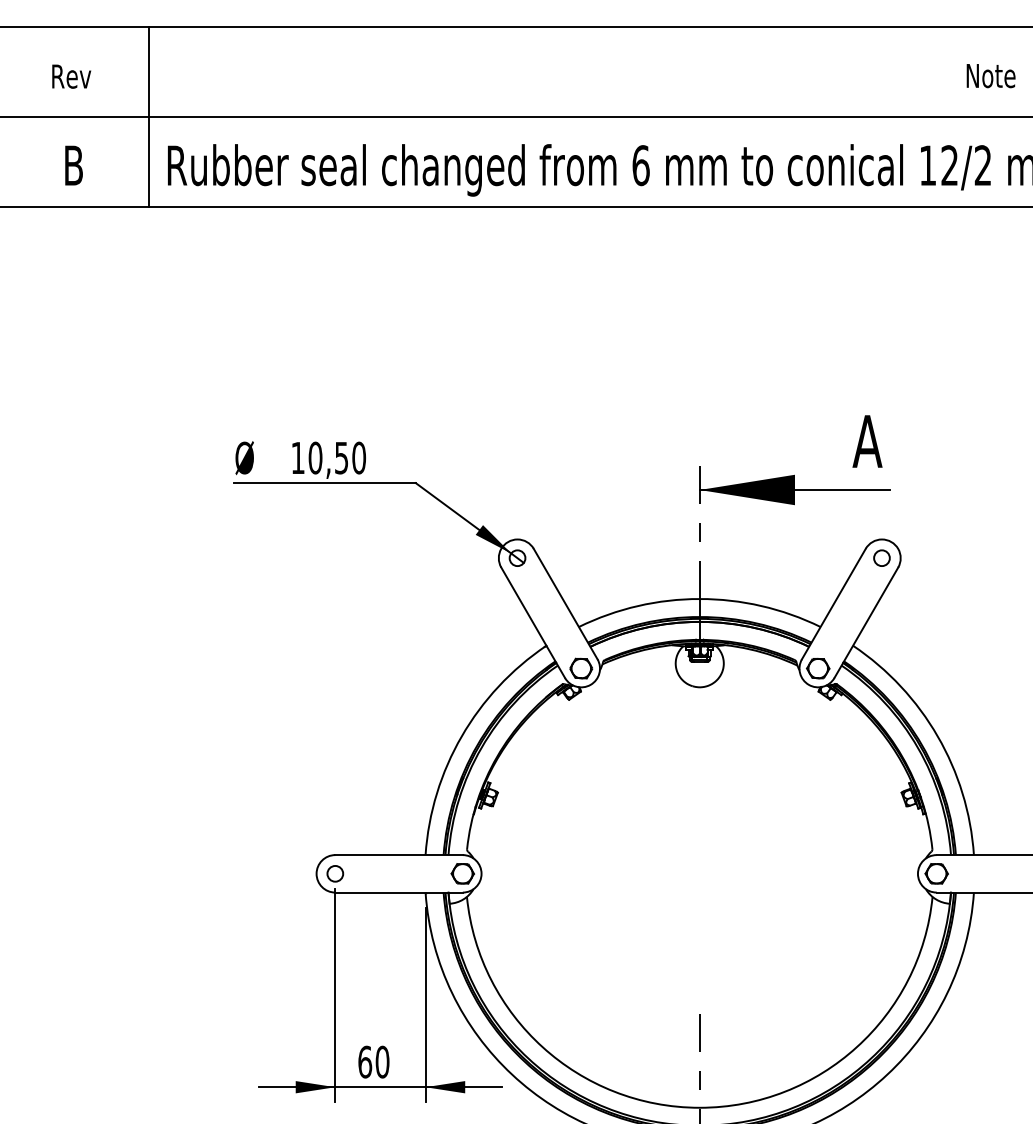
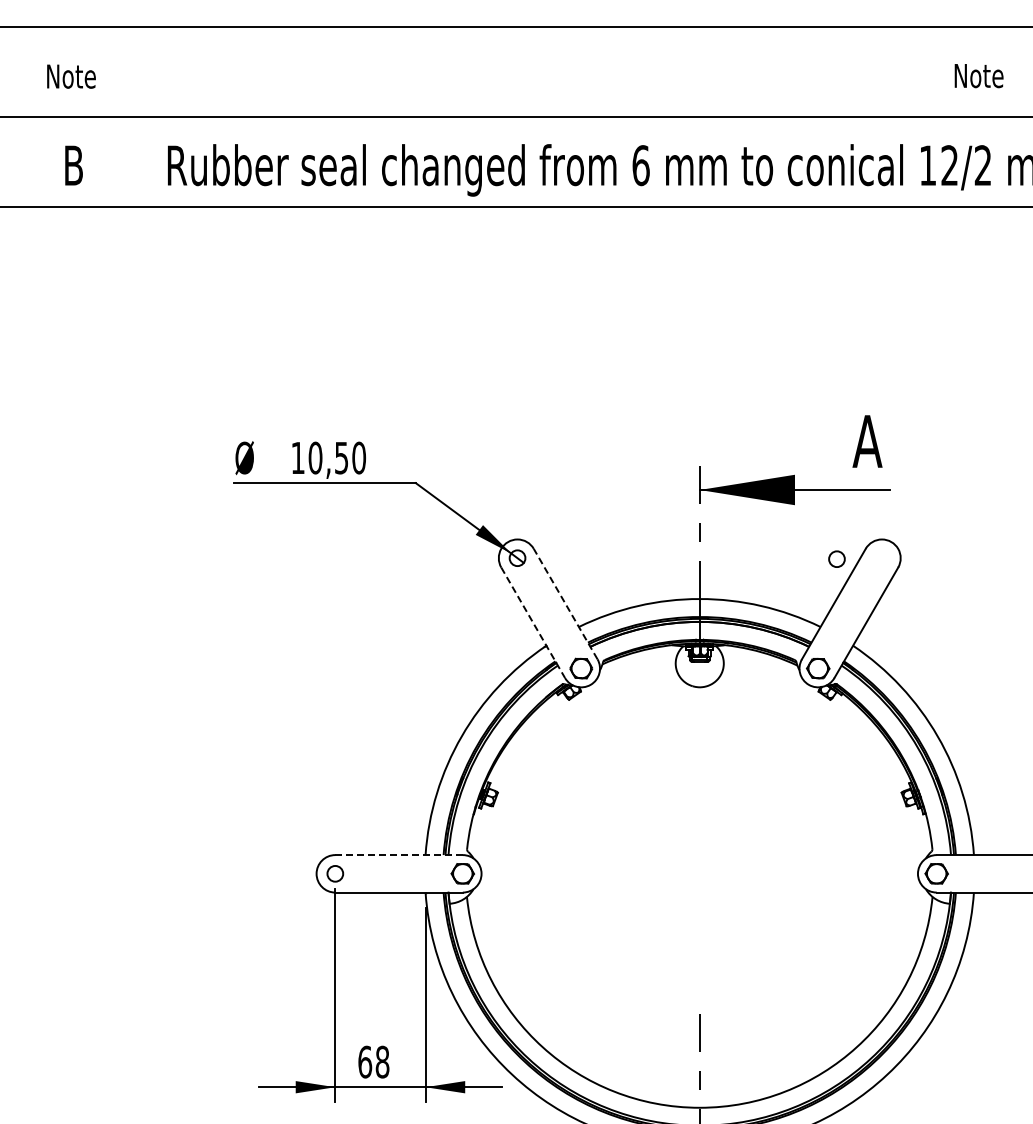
text at (71, 76): Rev -> Note
text at (990, 76) position: (990, 76) -> (978, 76)
line at (148, 117): present -> none
circle at (881, 557) position: (881, 557) -> (836, 558)
line at (565, 604): solid -> dashed
line at (533, 622): solid -> dashed
line at (399, 855): solid -> dashed
text at (382, 1062): 60 -> 68
